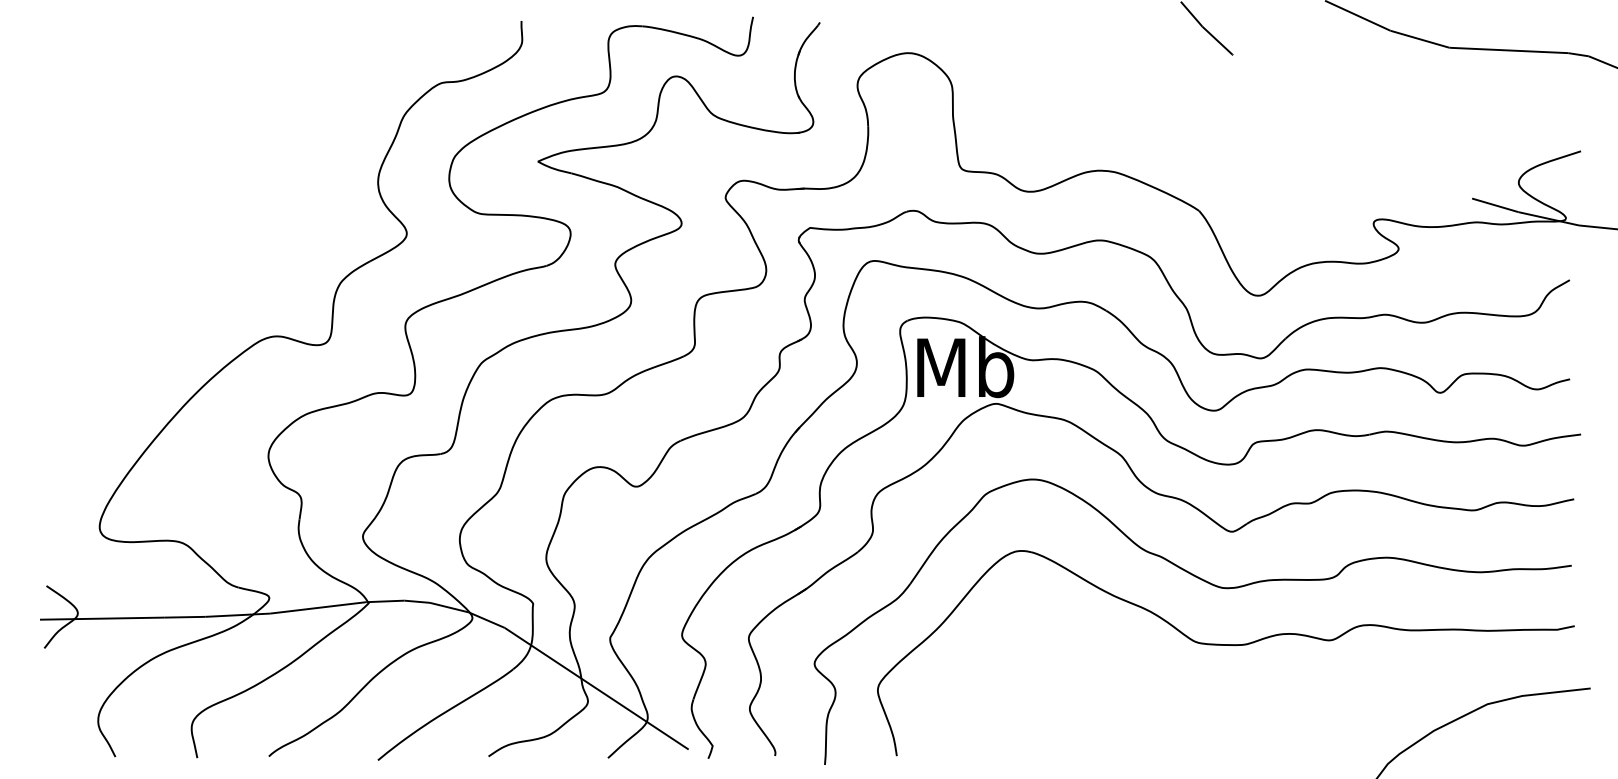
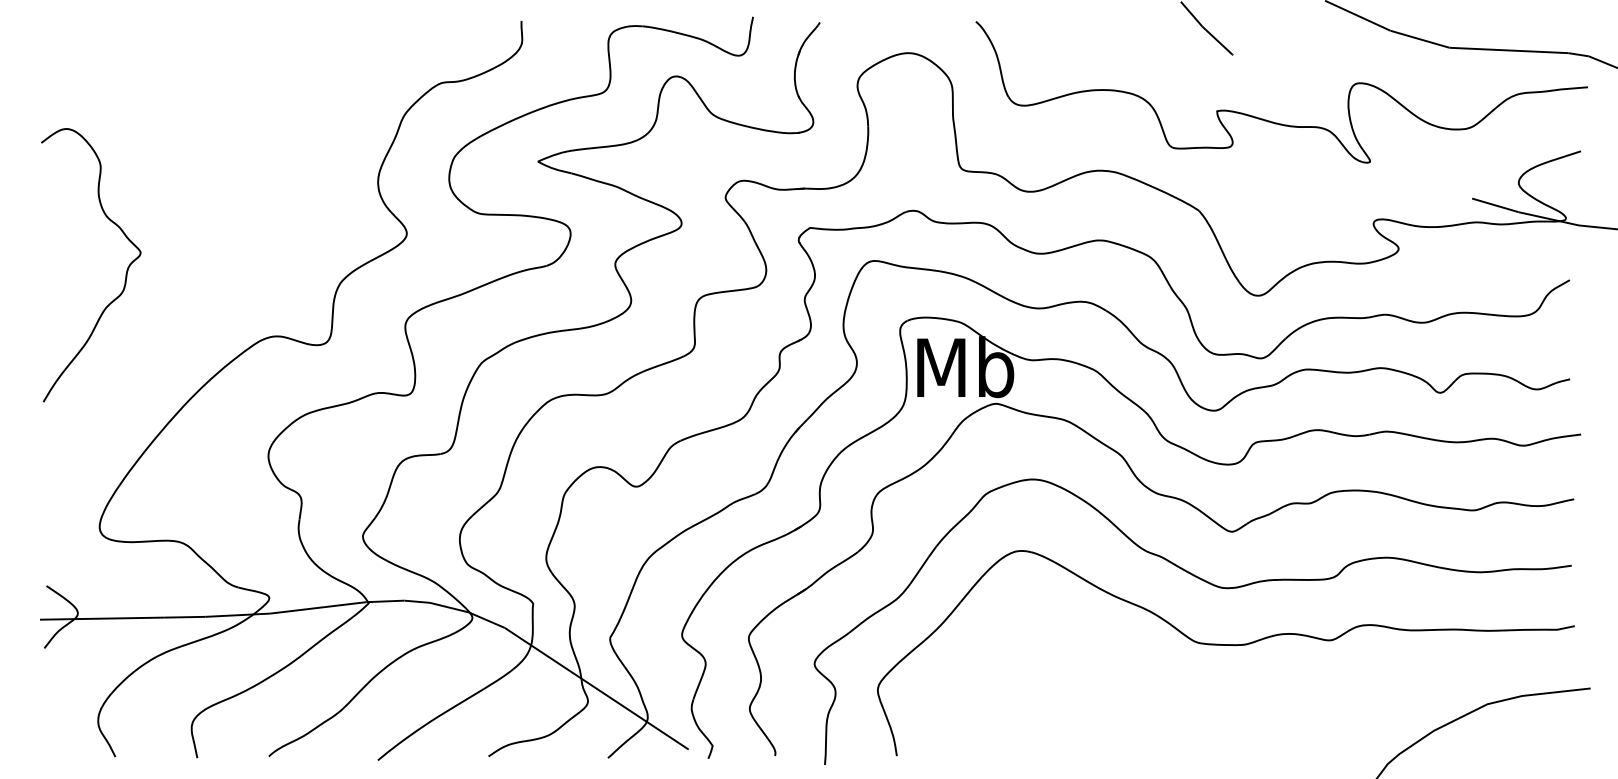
part at (1273, 121): none -> present
curve at (125, 273): none -> present
